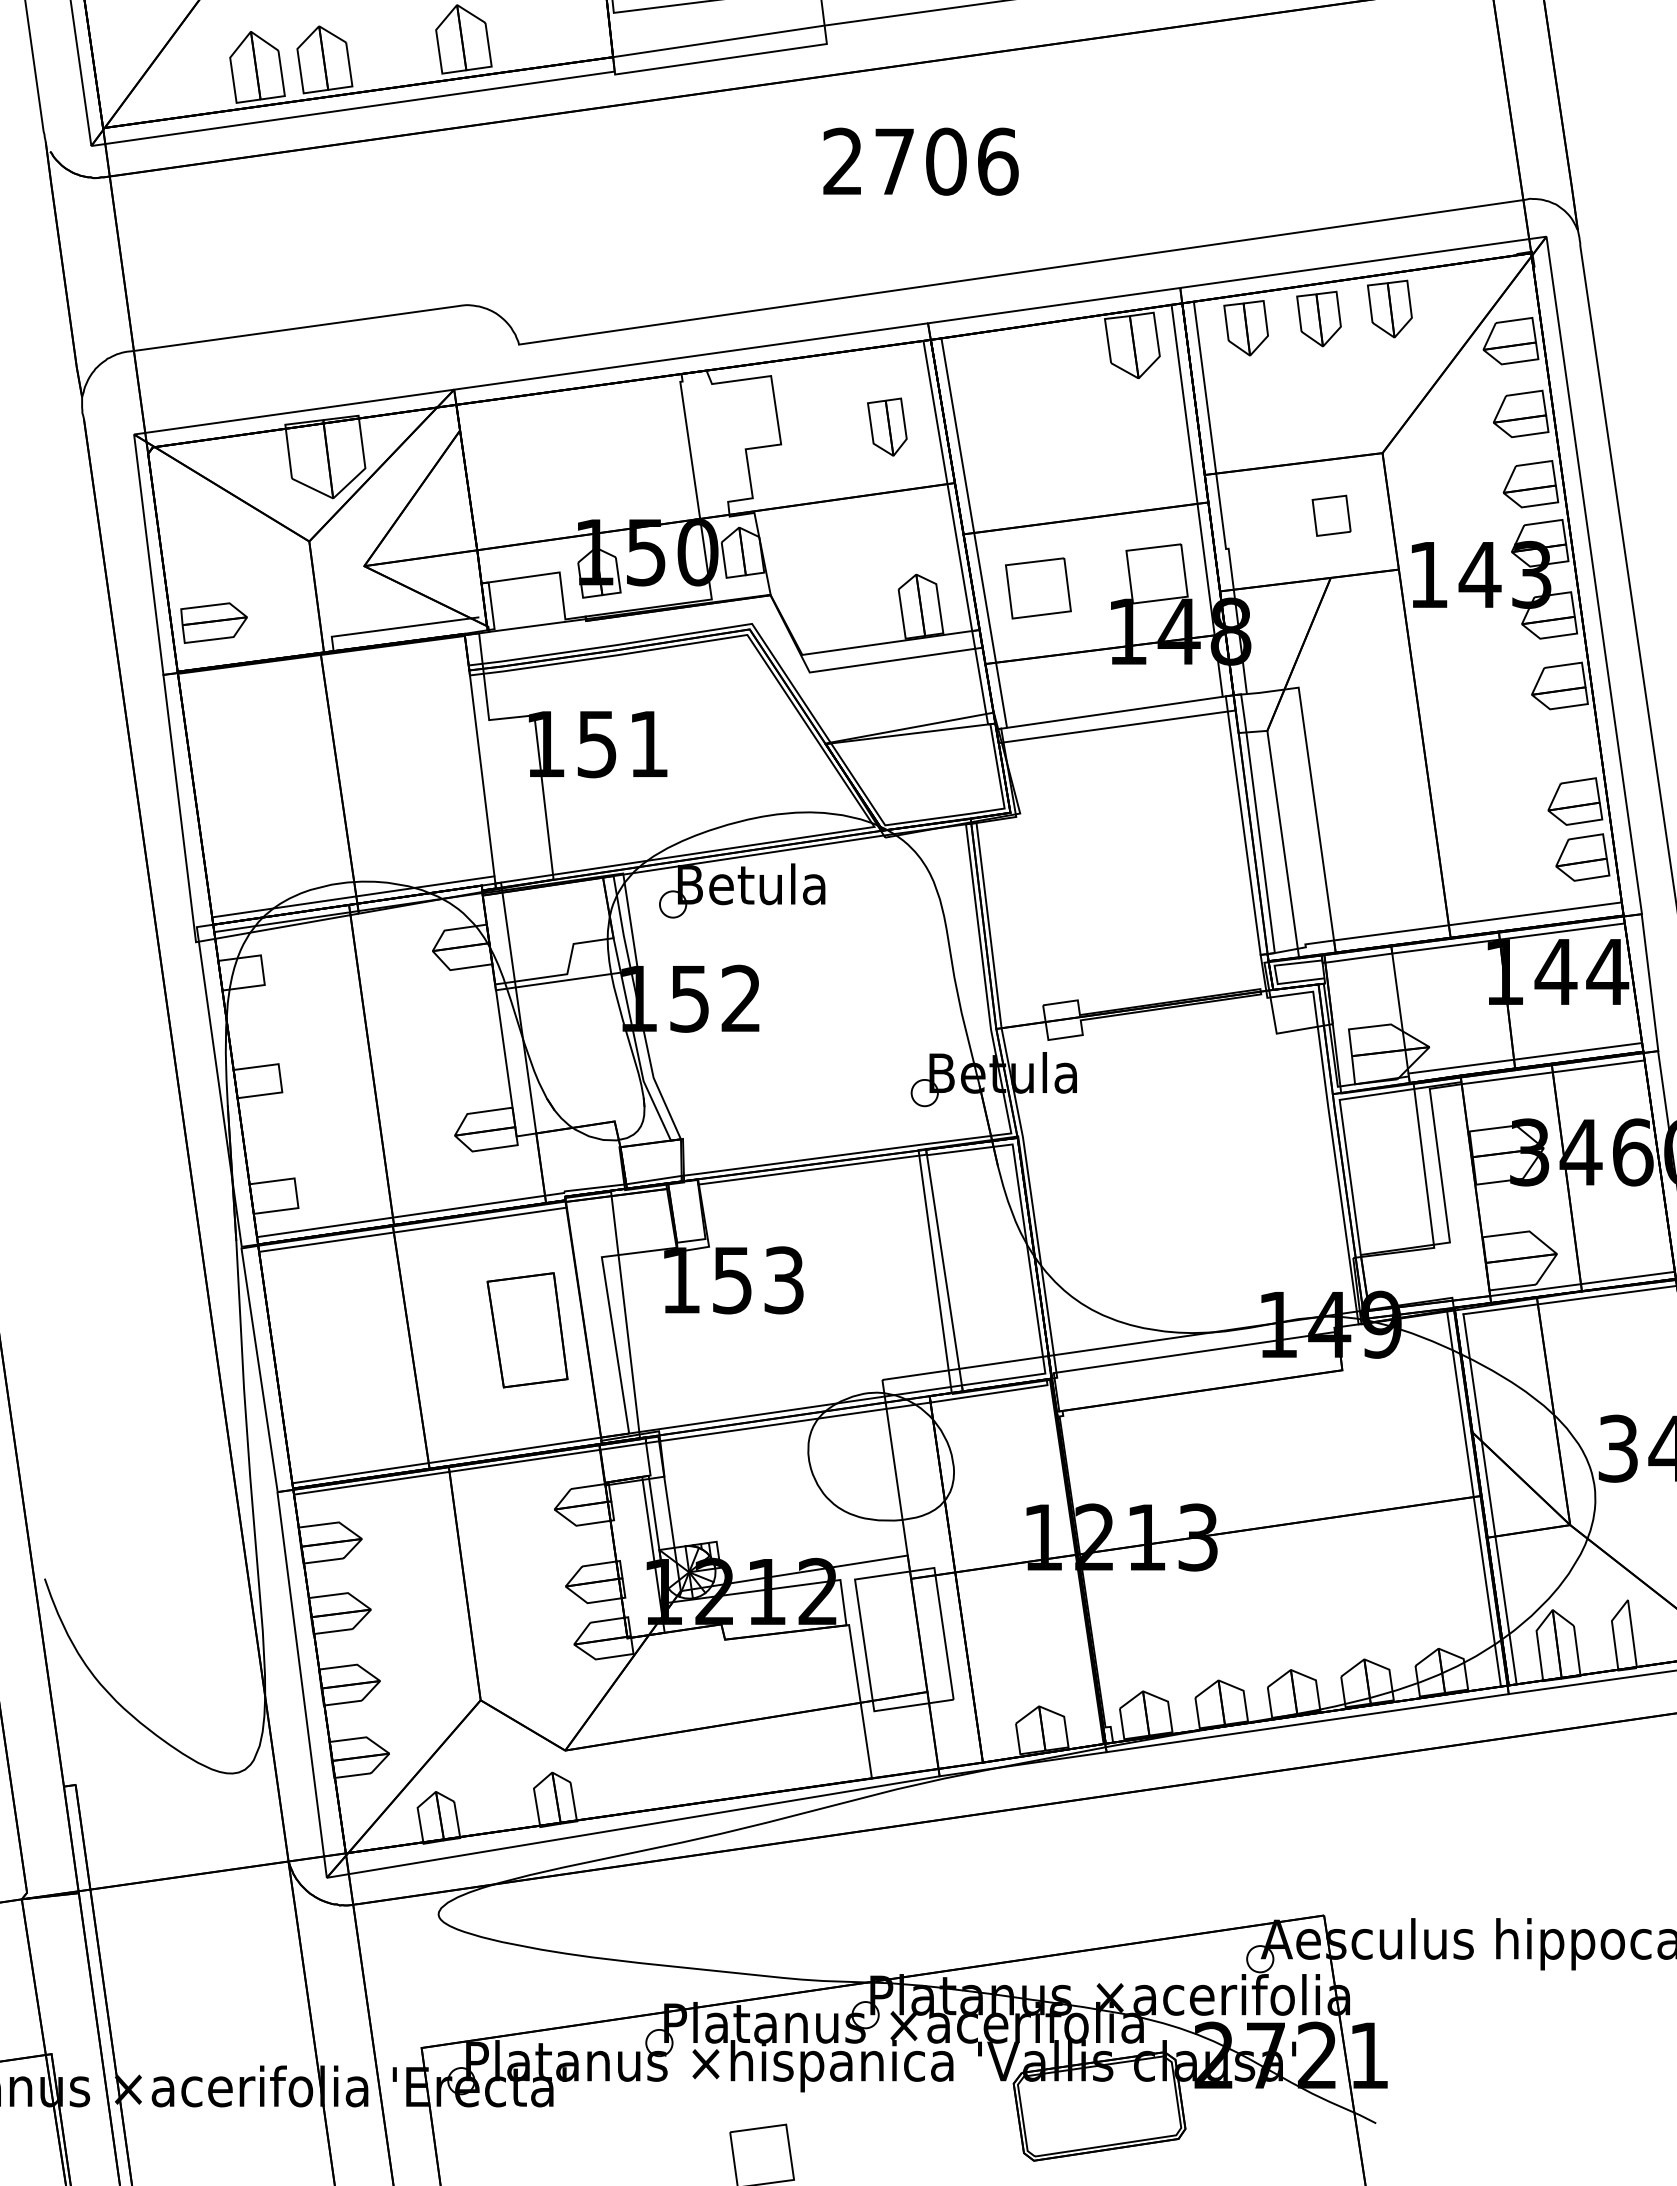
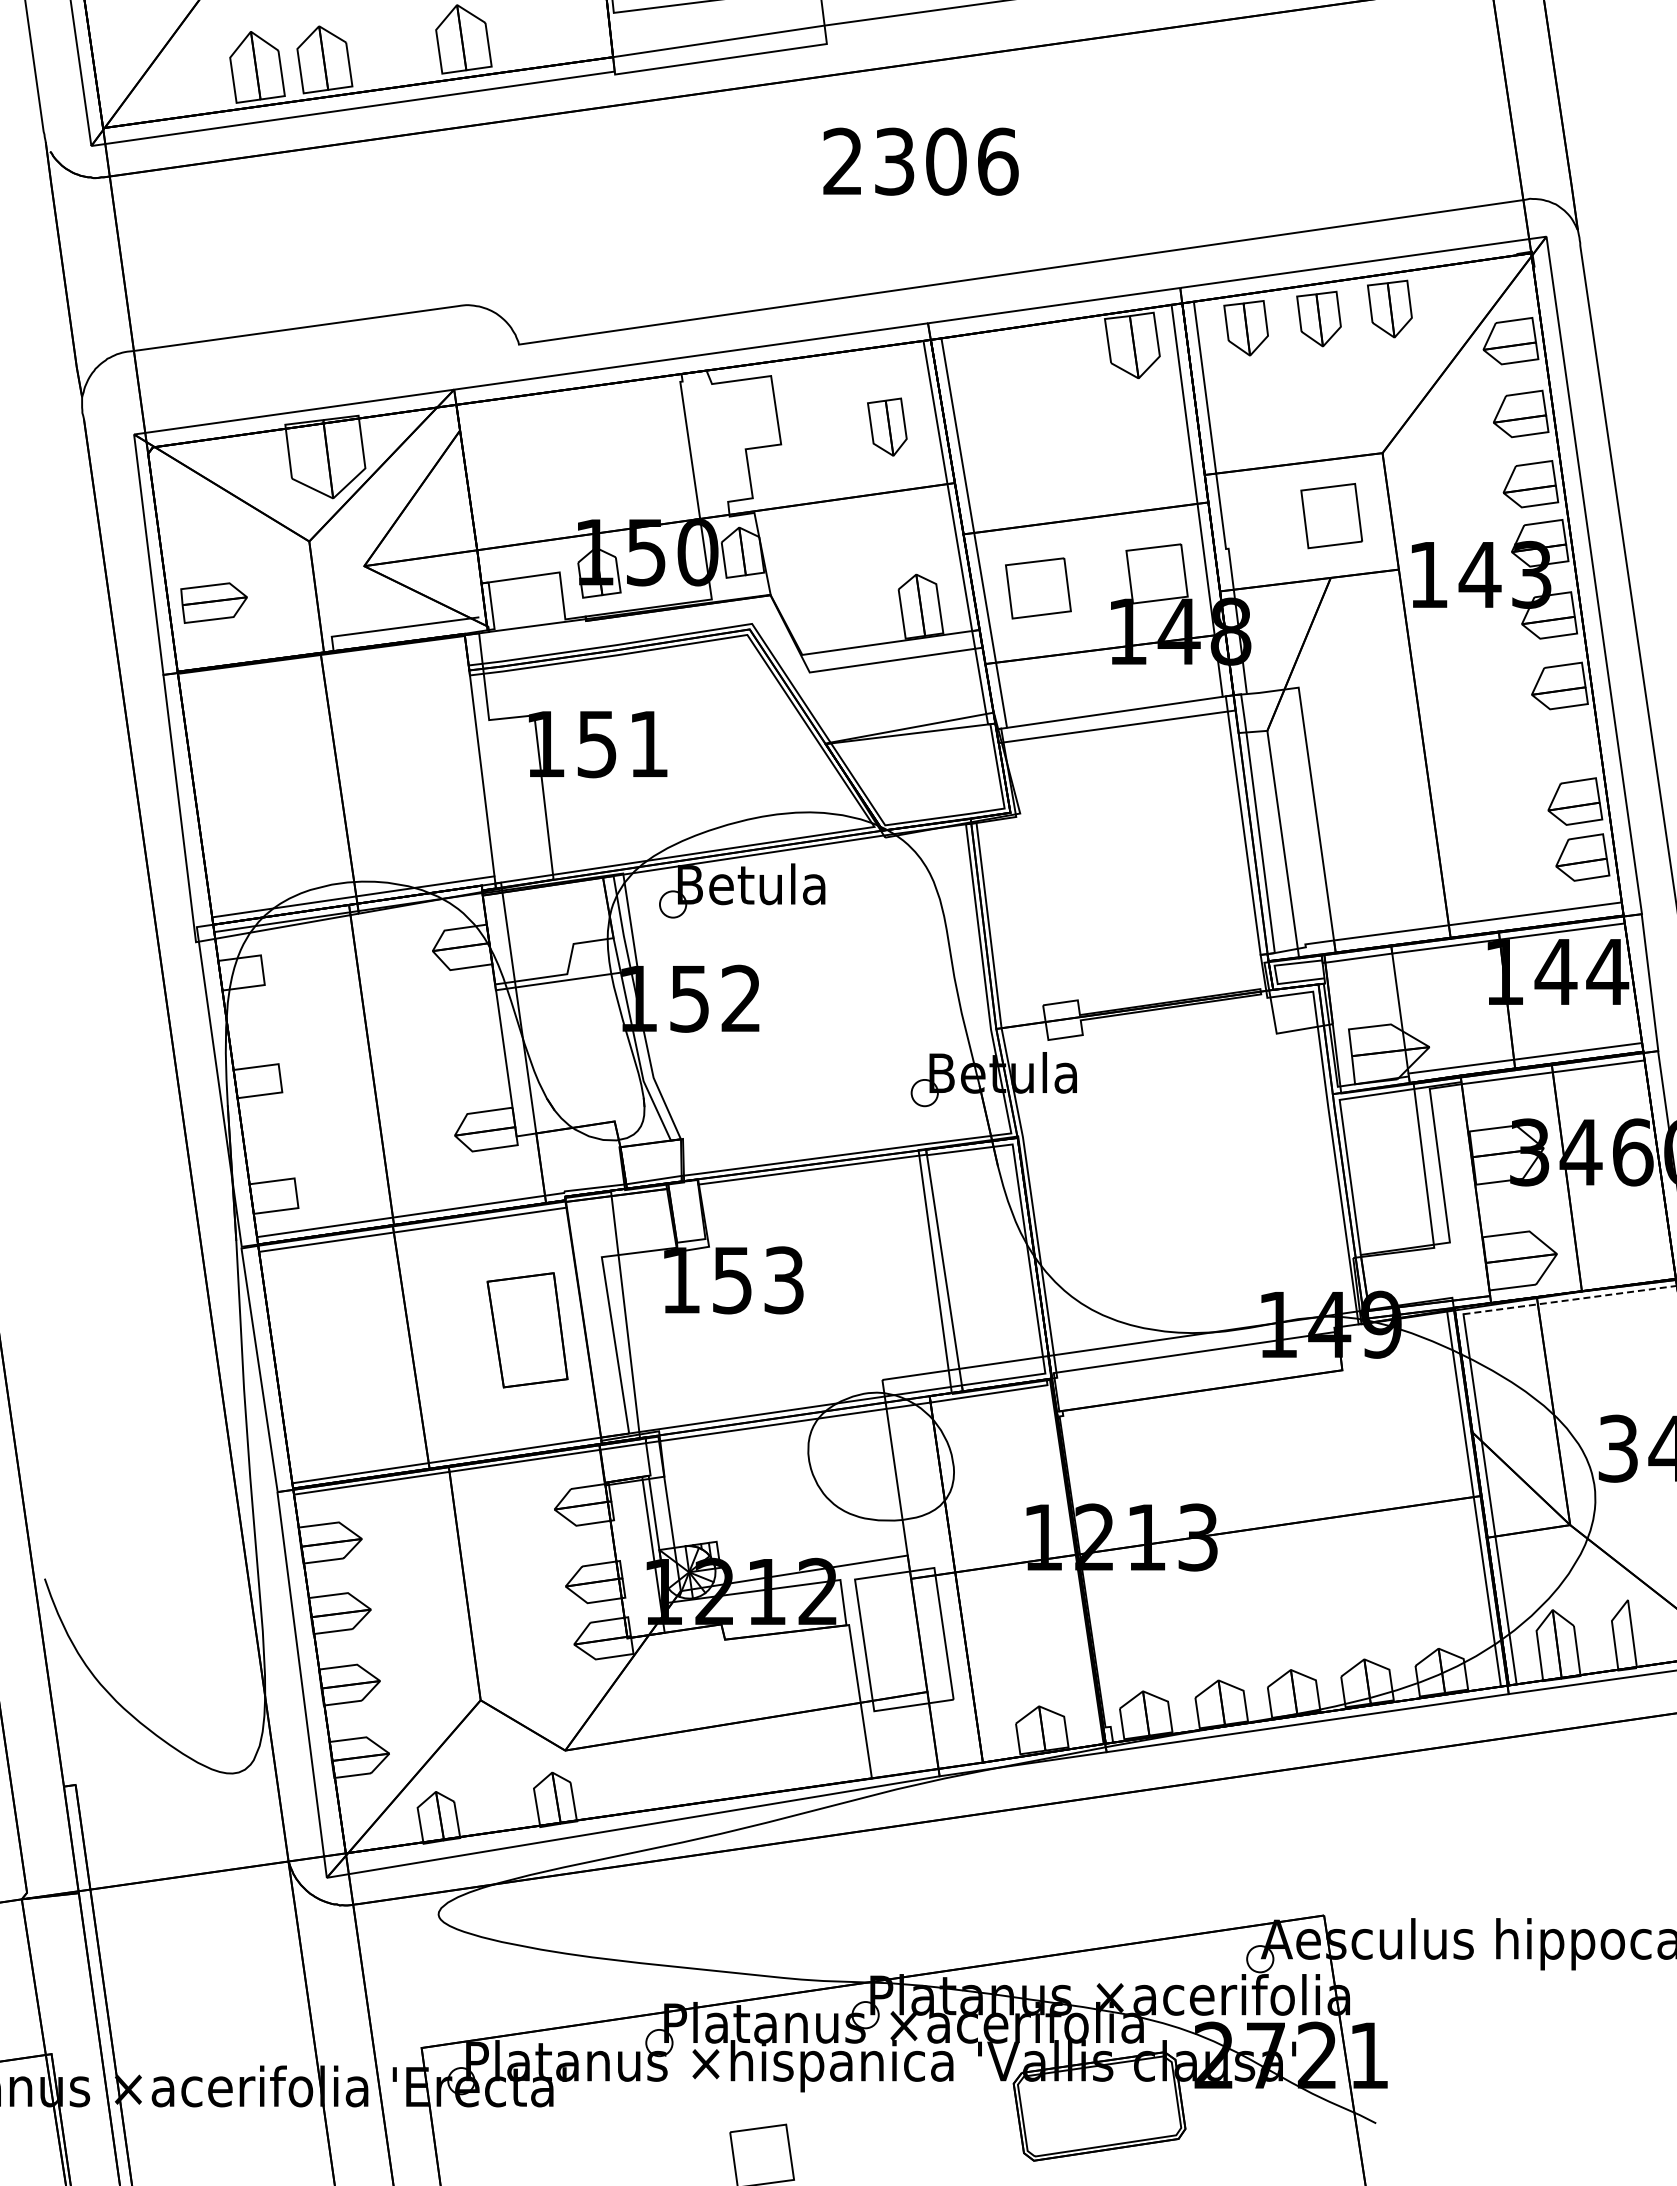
text at (894, 161): 2706 -> 2306
part at (1331, 515) size: 41x43 px -> 64x67 px
part at (213, 622) position: (213, 622) -> (213, 602)
line at (1581, 1284): present -> none
line at (1570, 1300): solid -> dashed
